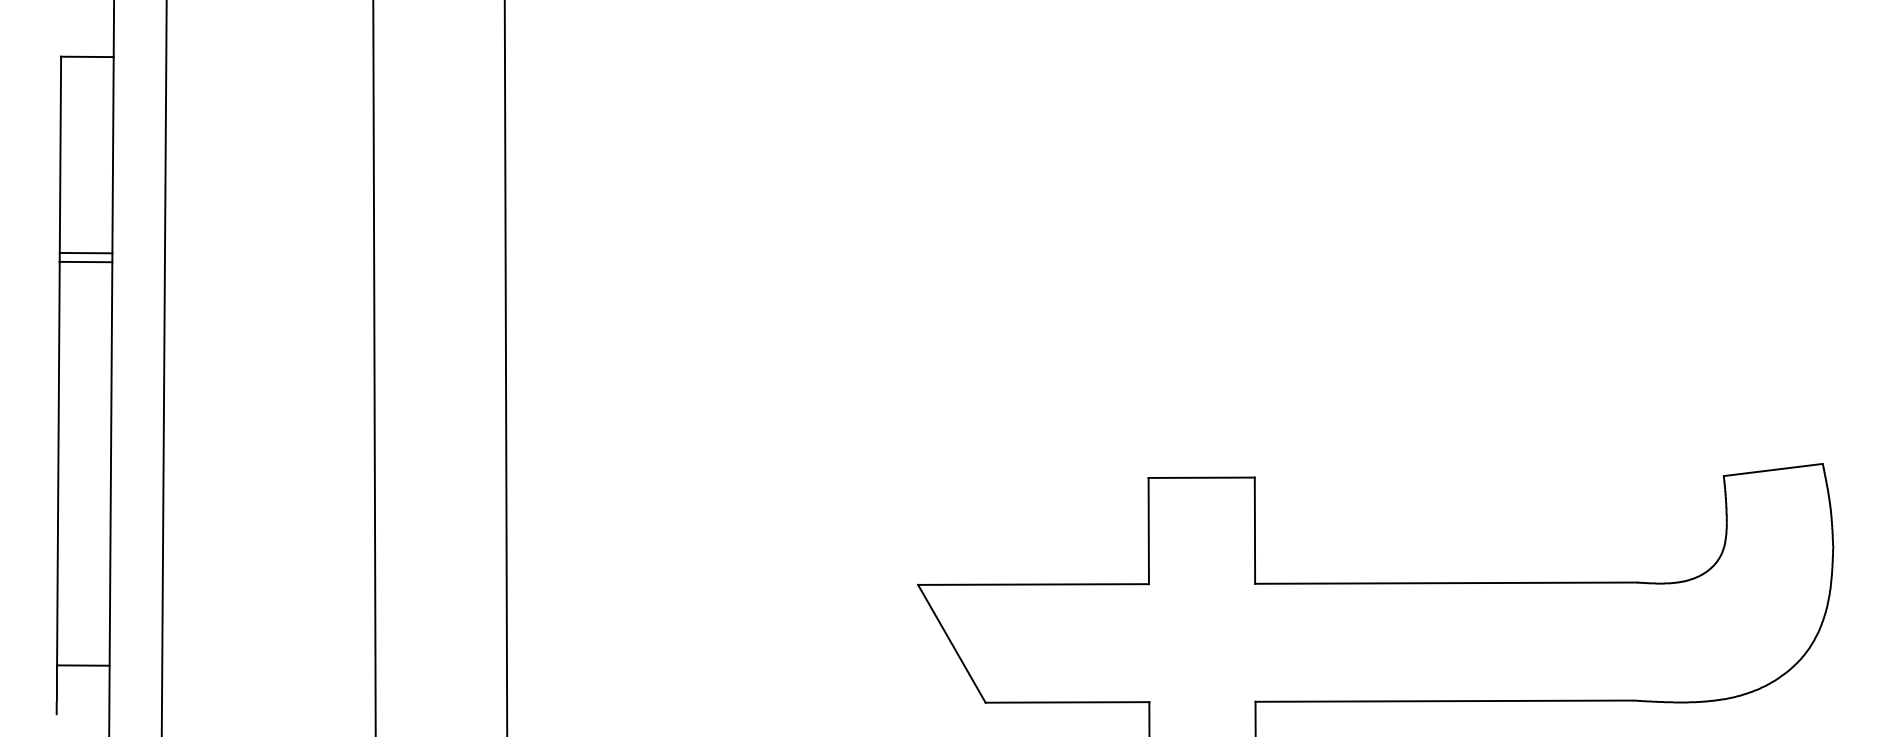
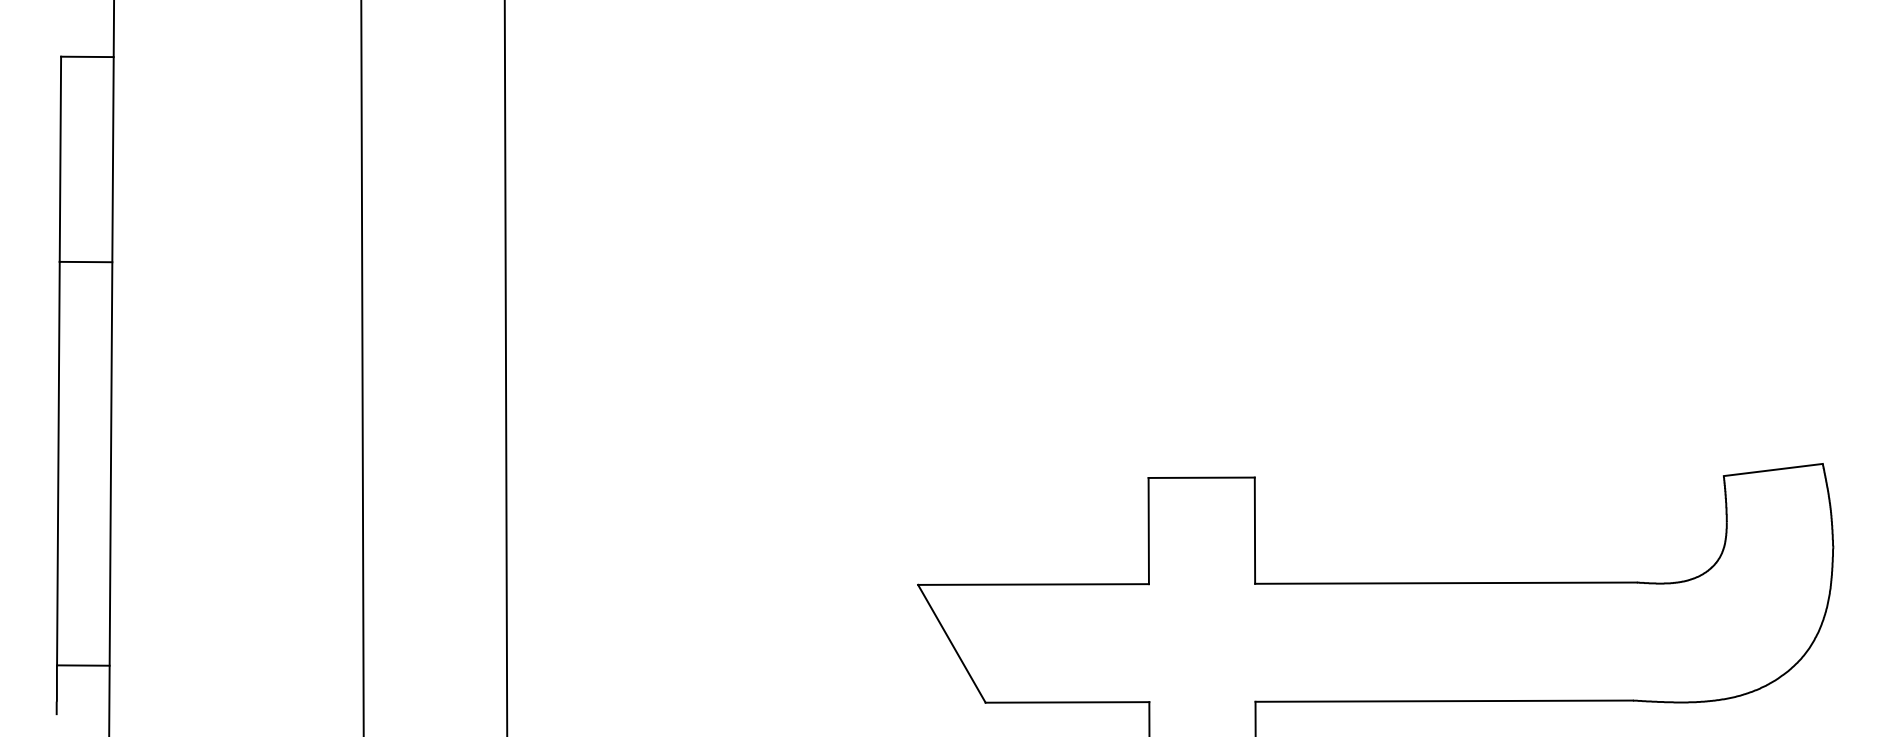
line at (85, 252): present -> none
line at (163, 367): present -> none
line at (374, 367) position: (374, 367) -> (362, 367)
